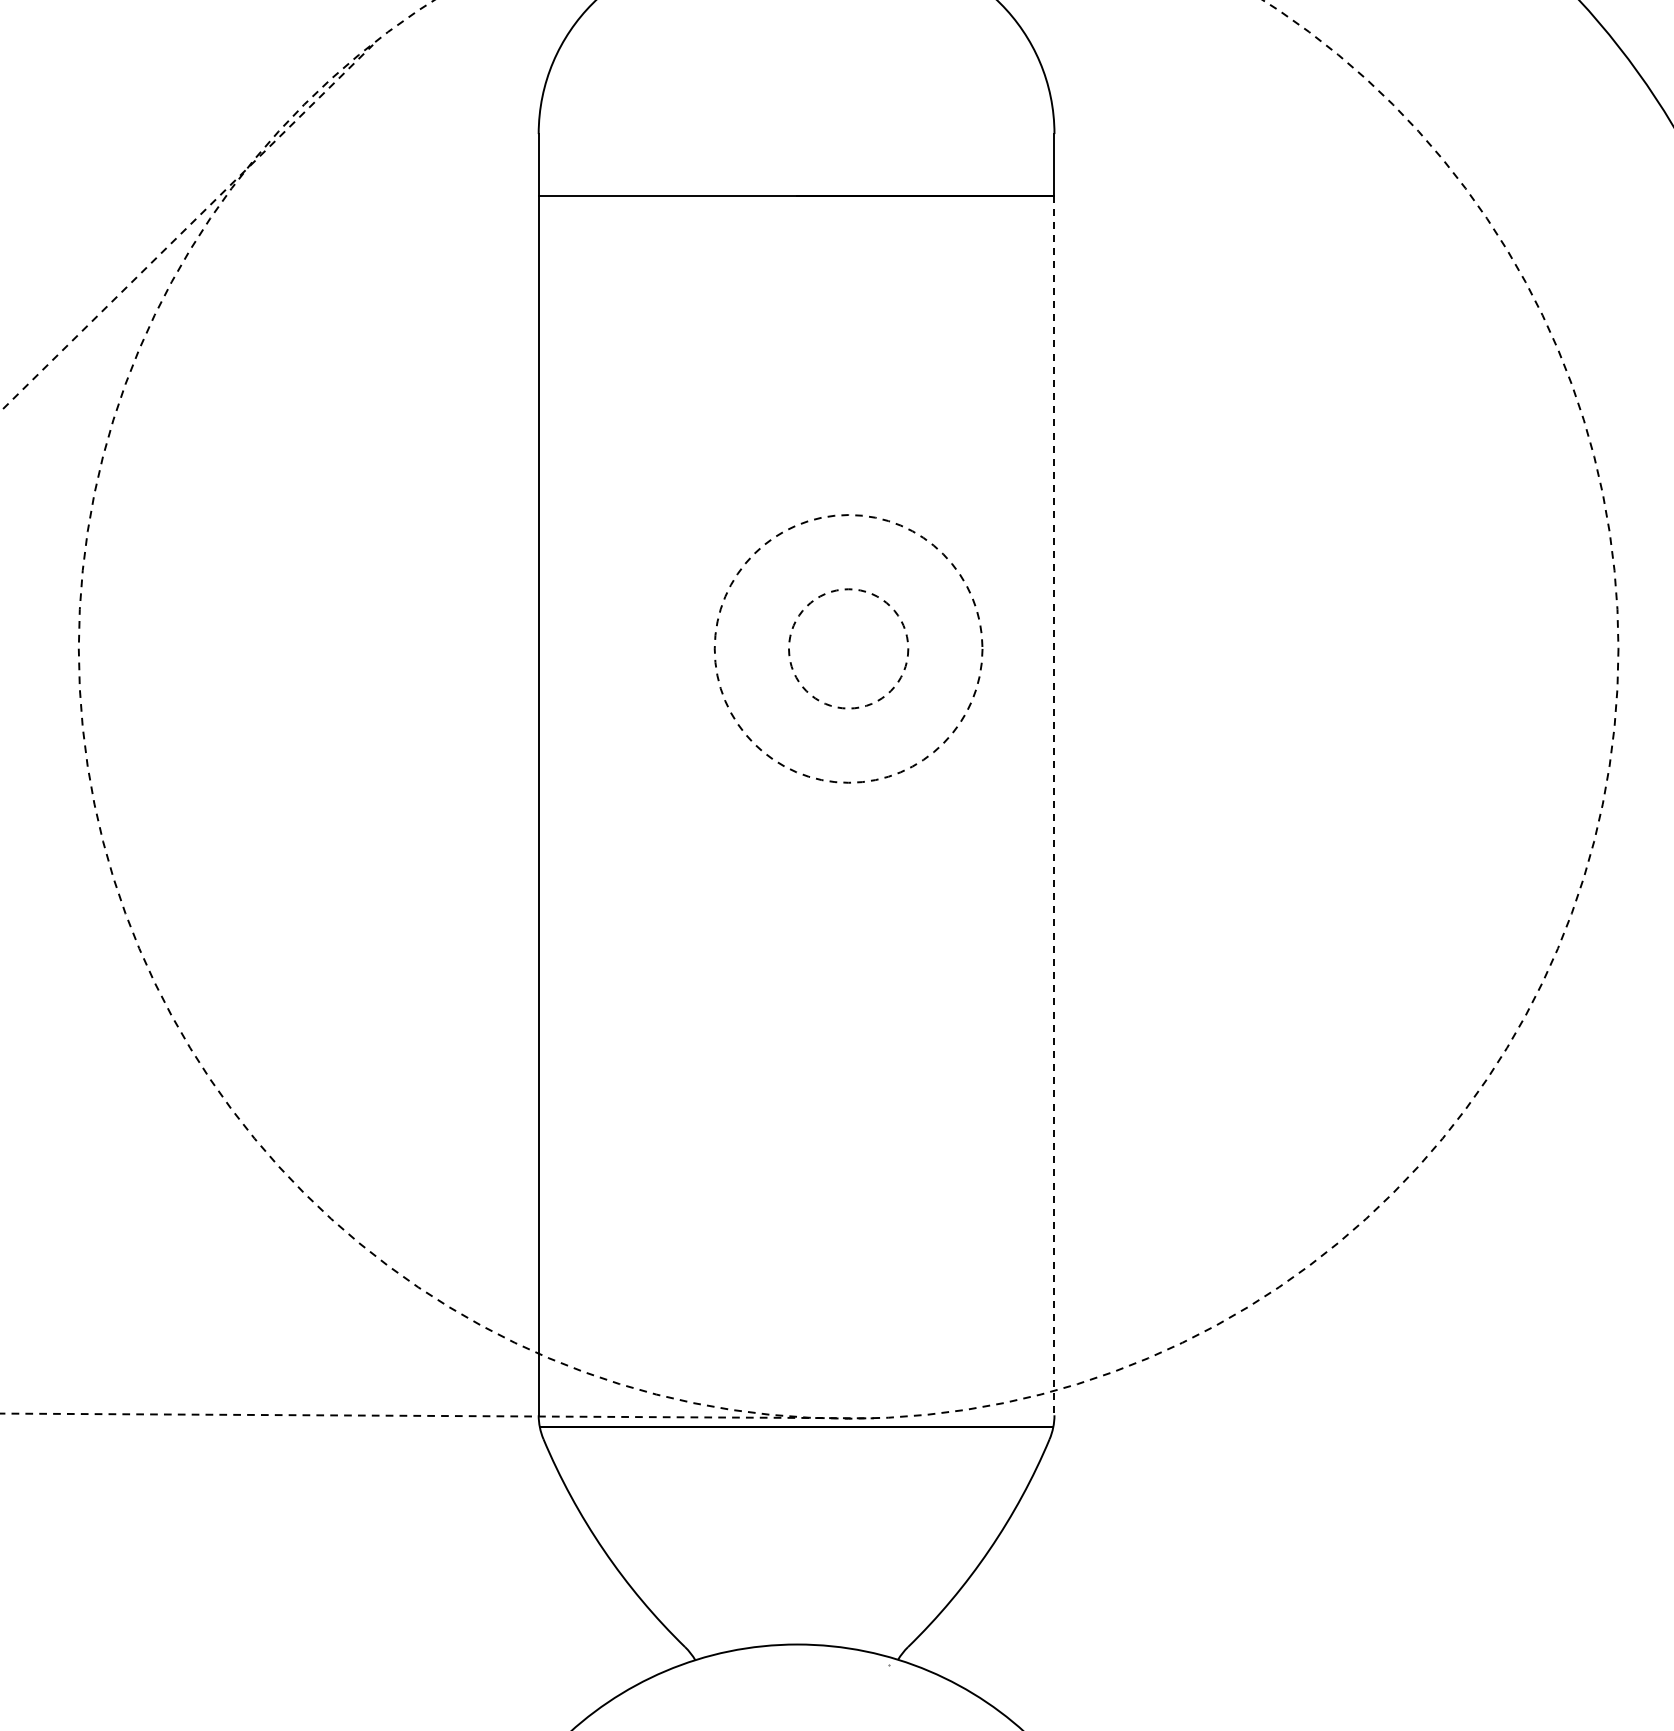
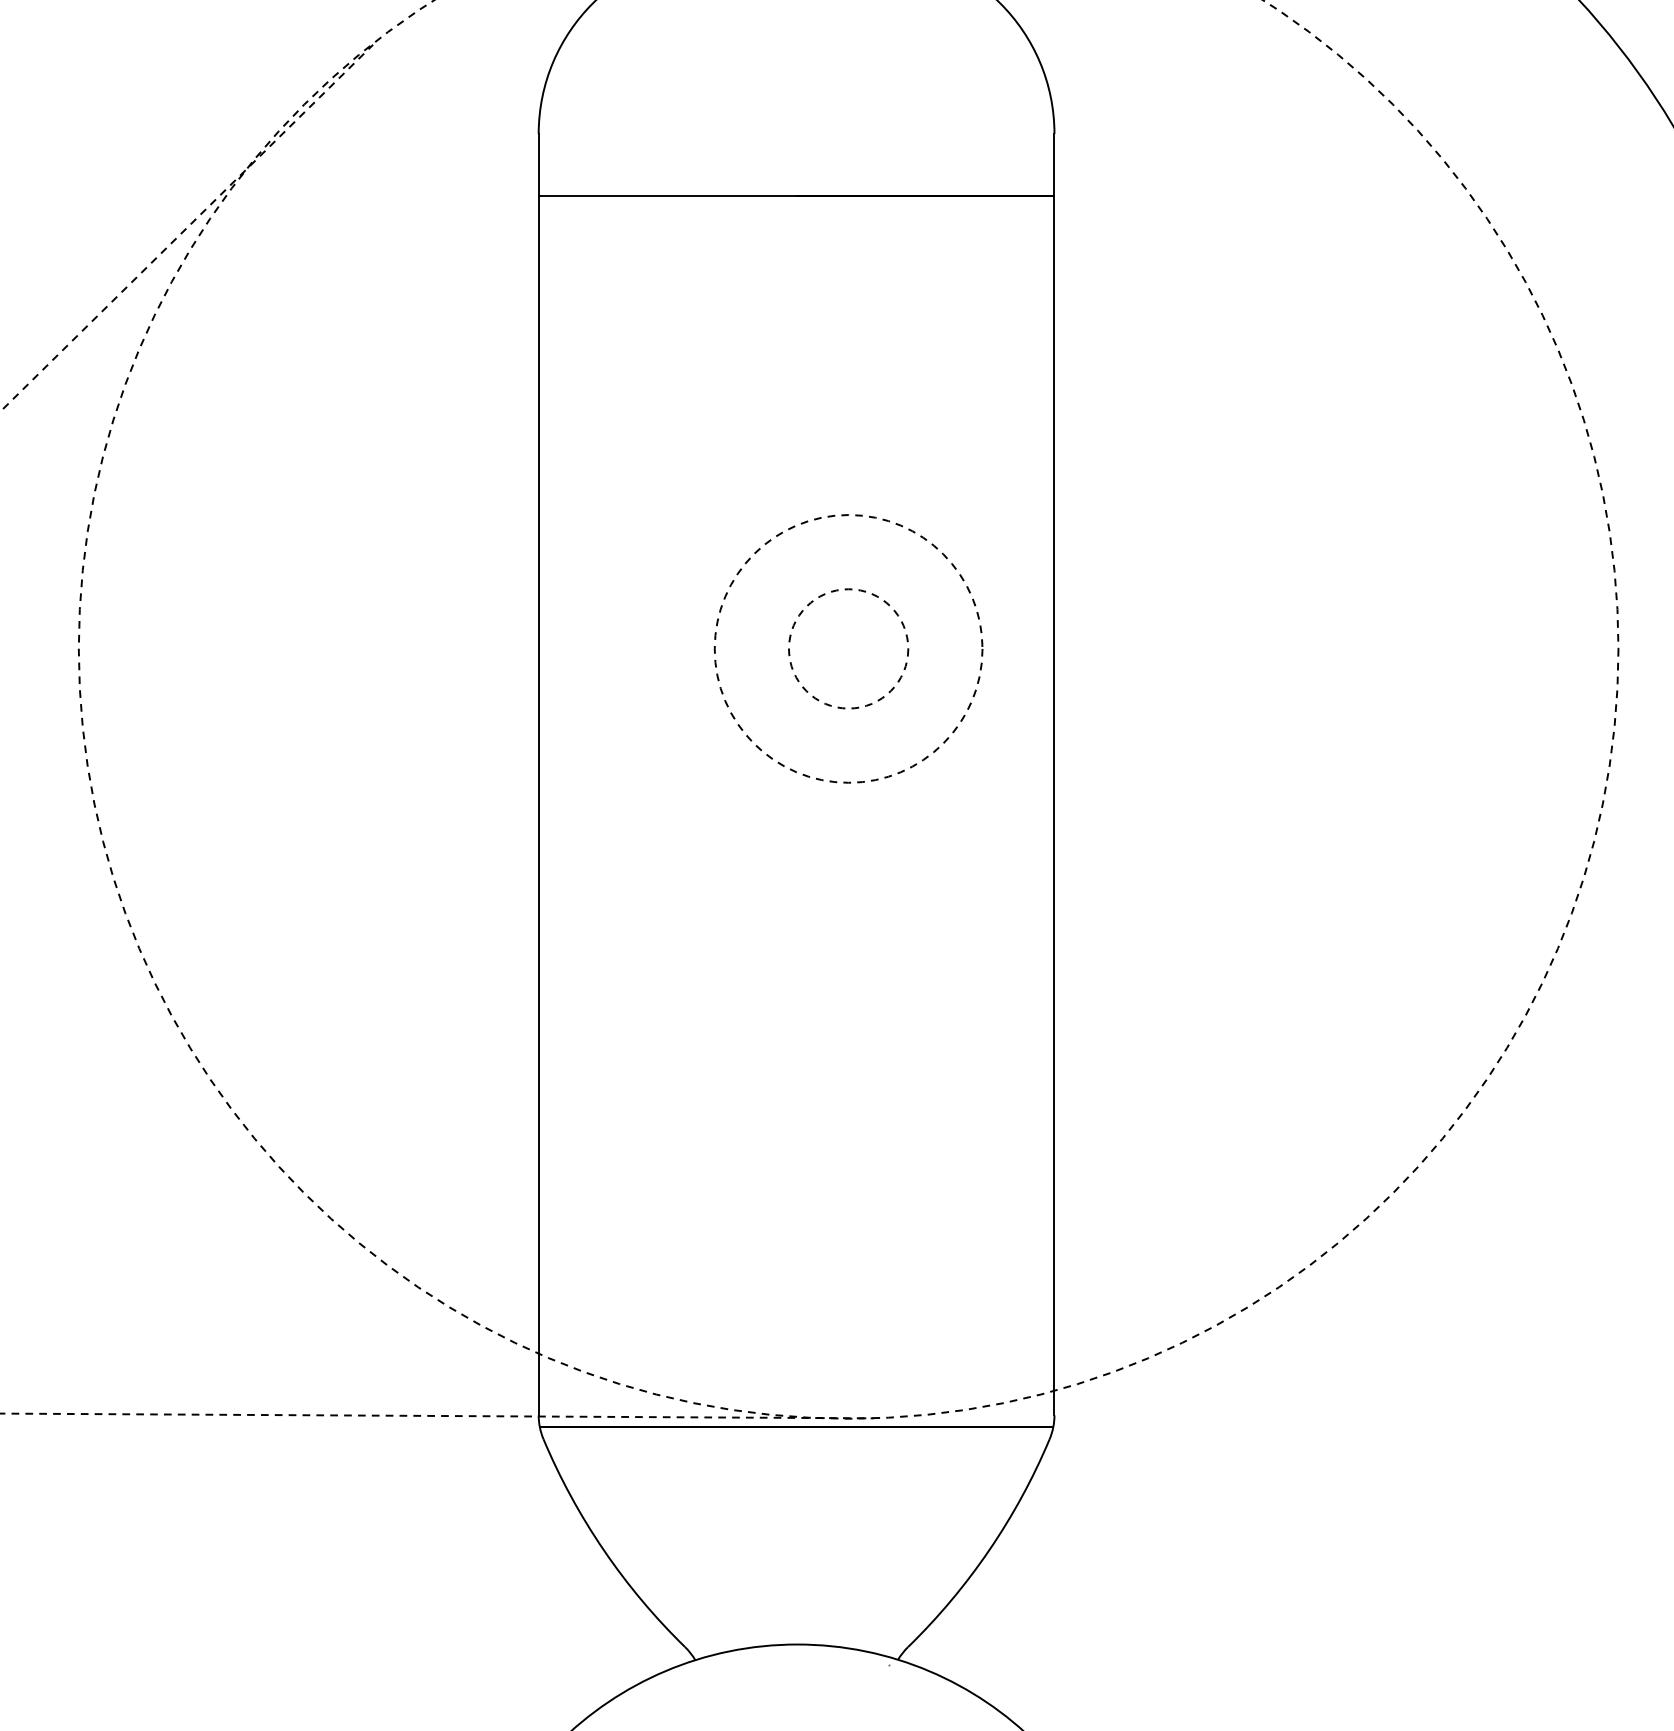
line at (1054, 805): dashed -> solid
